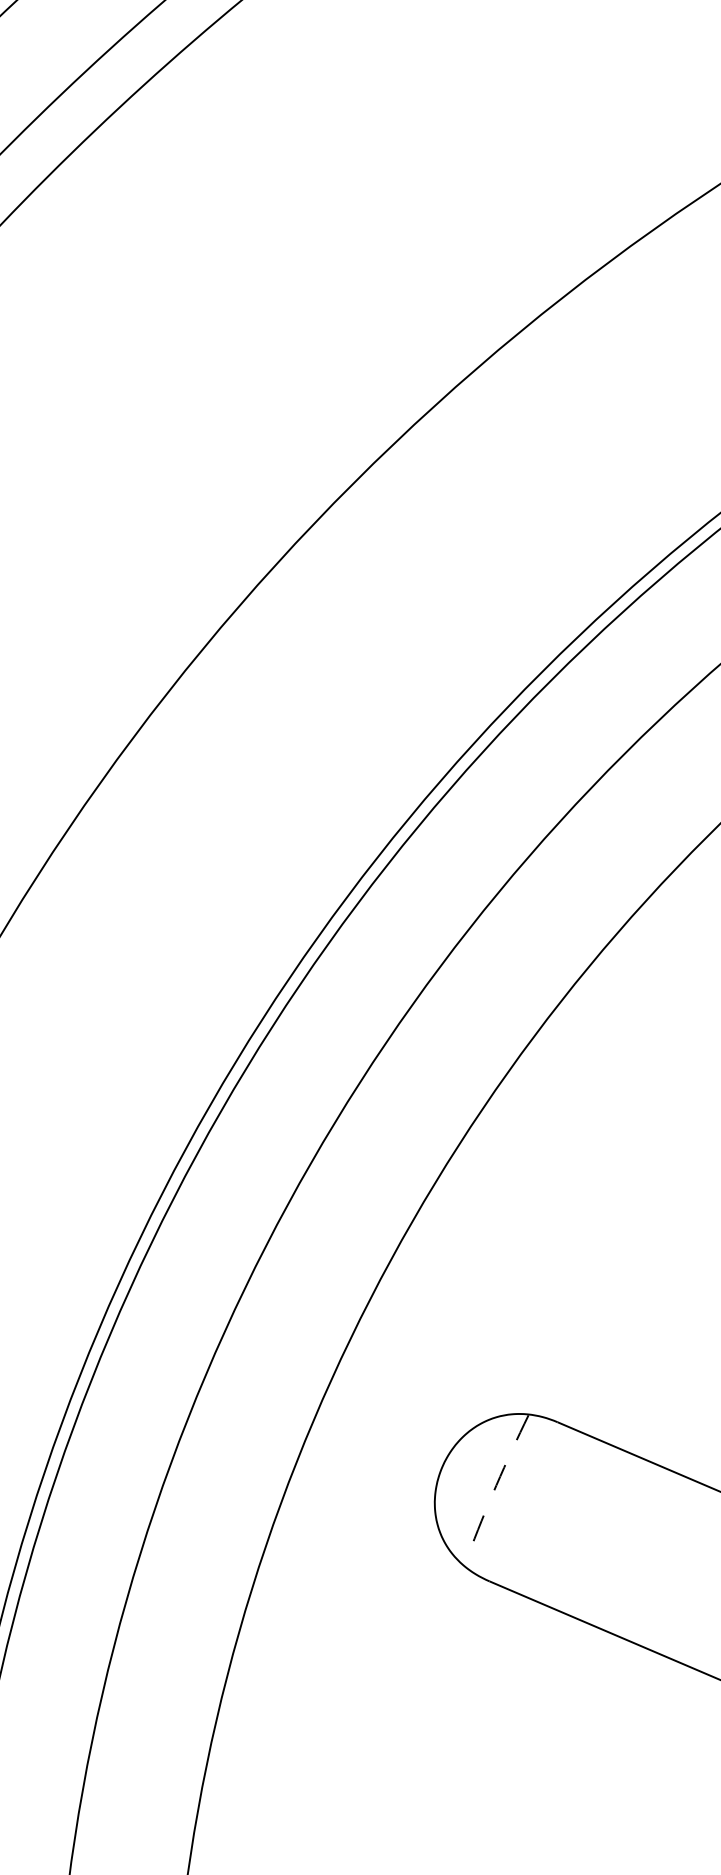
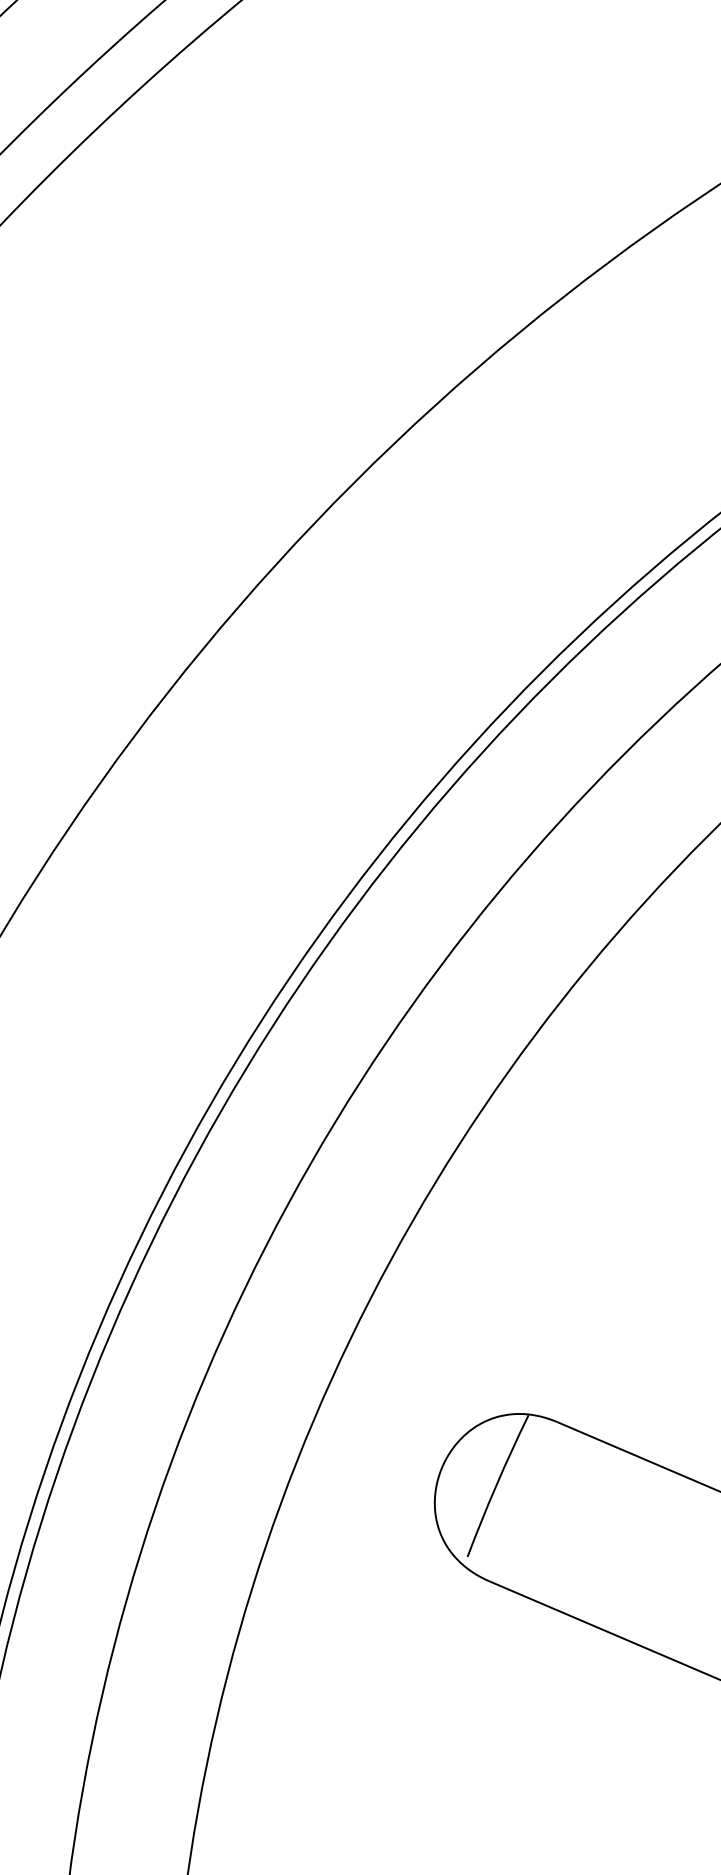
arc at (496, 1485): dashed -> solid
